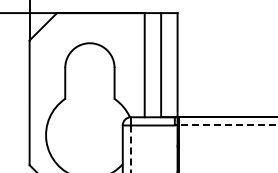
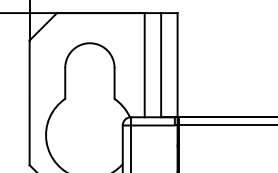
line at (227, 125): dashed -> solid
line at (131, 149): dashed -> solid
